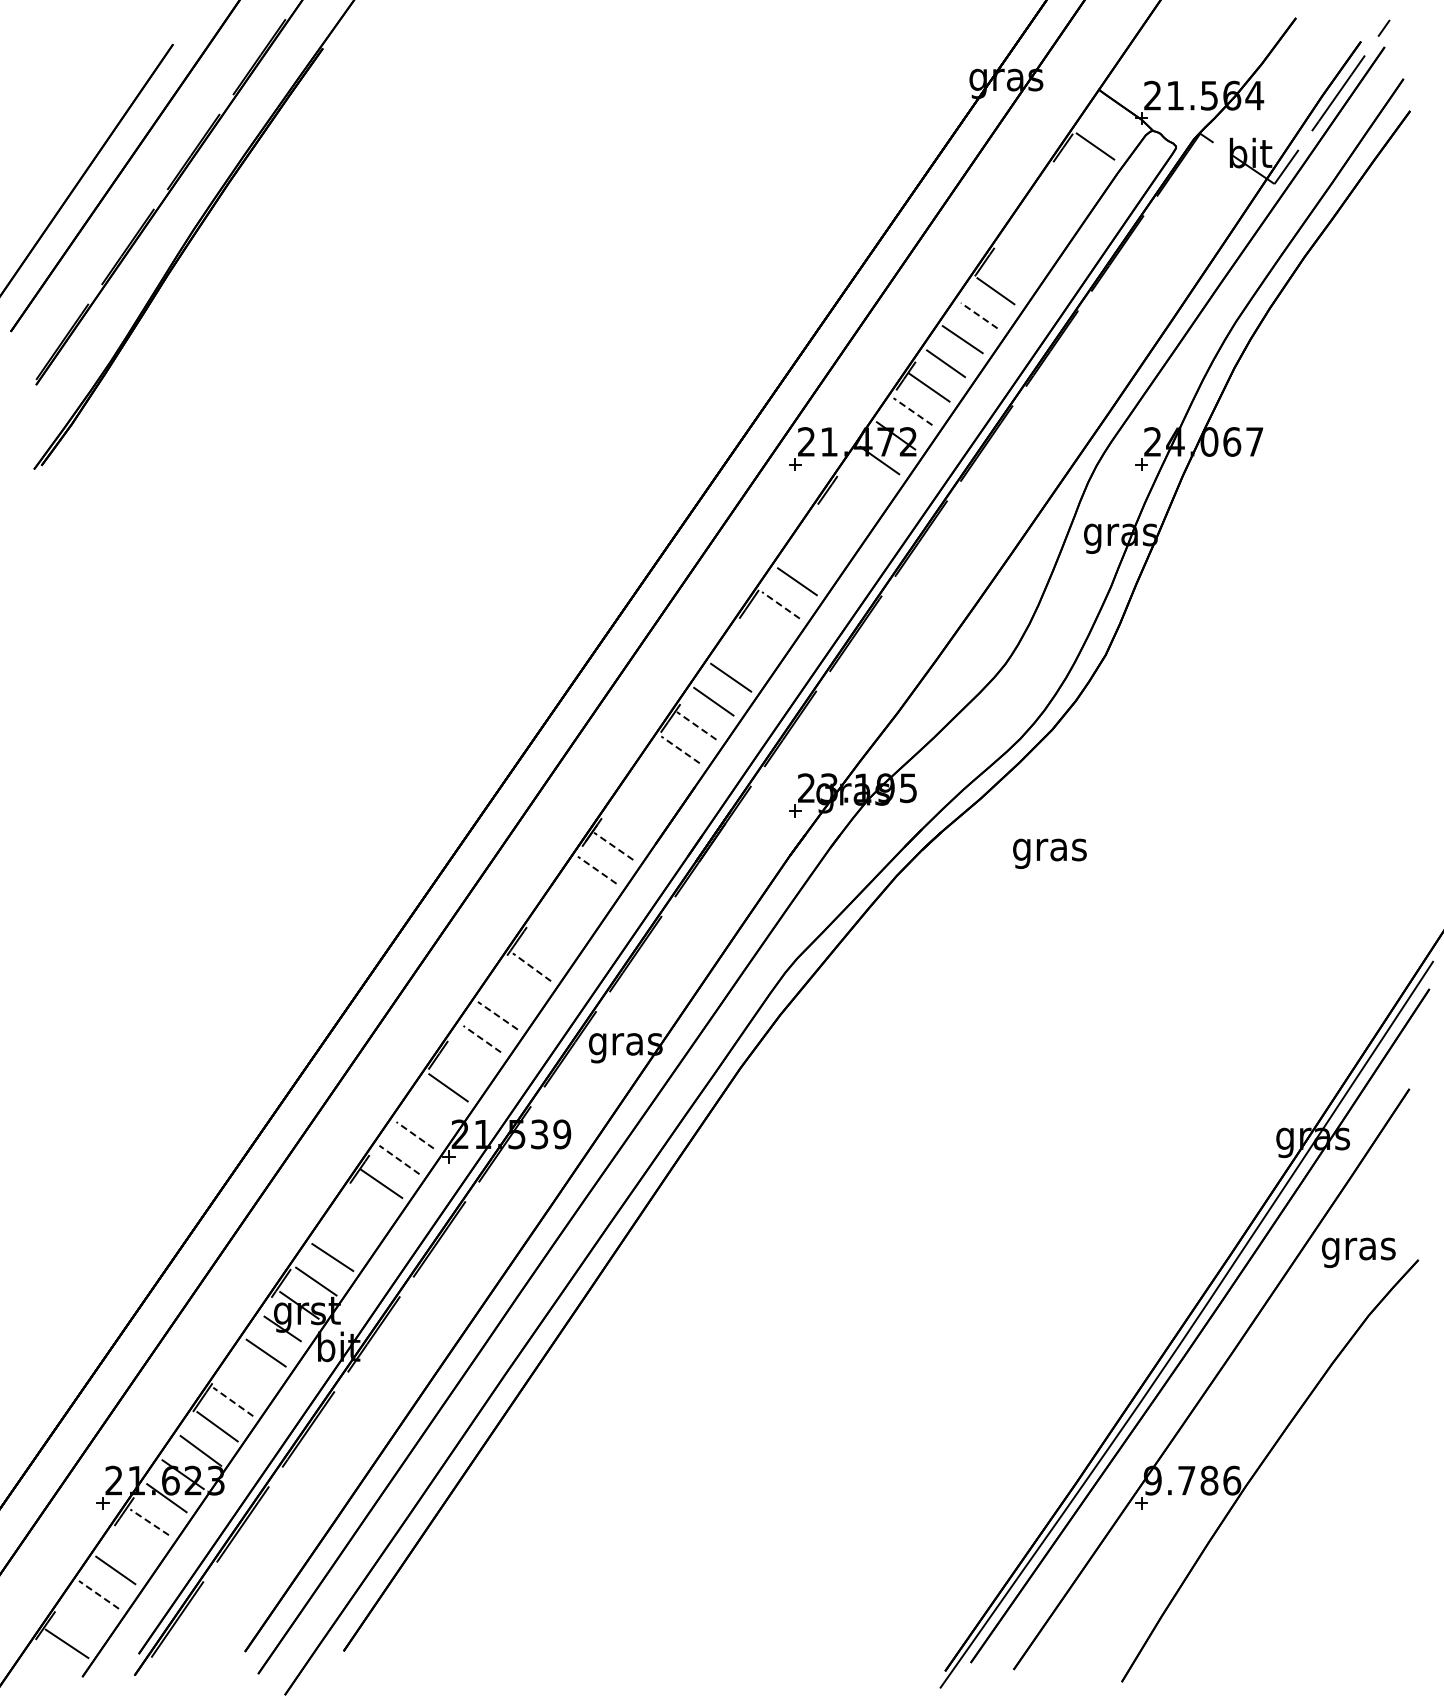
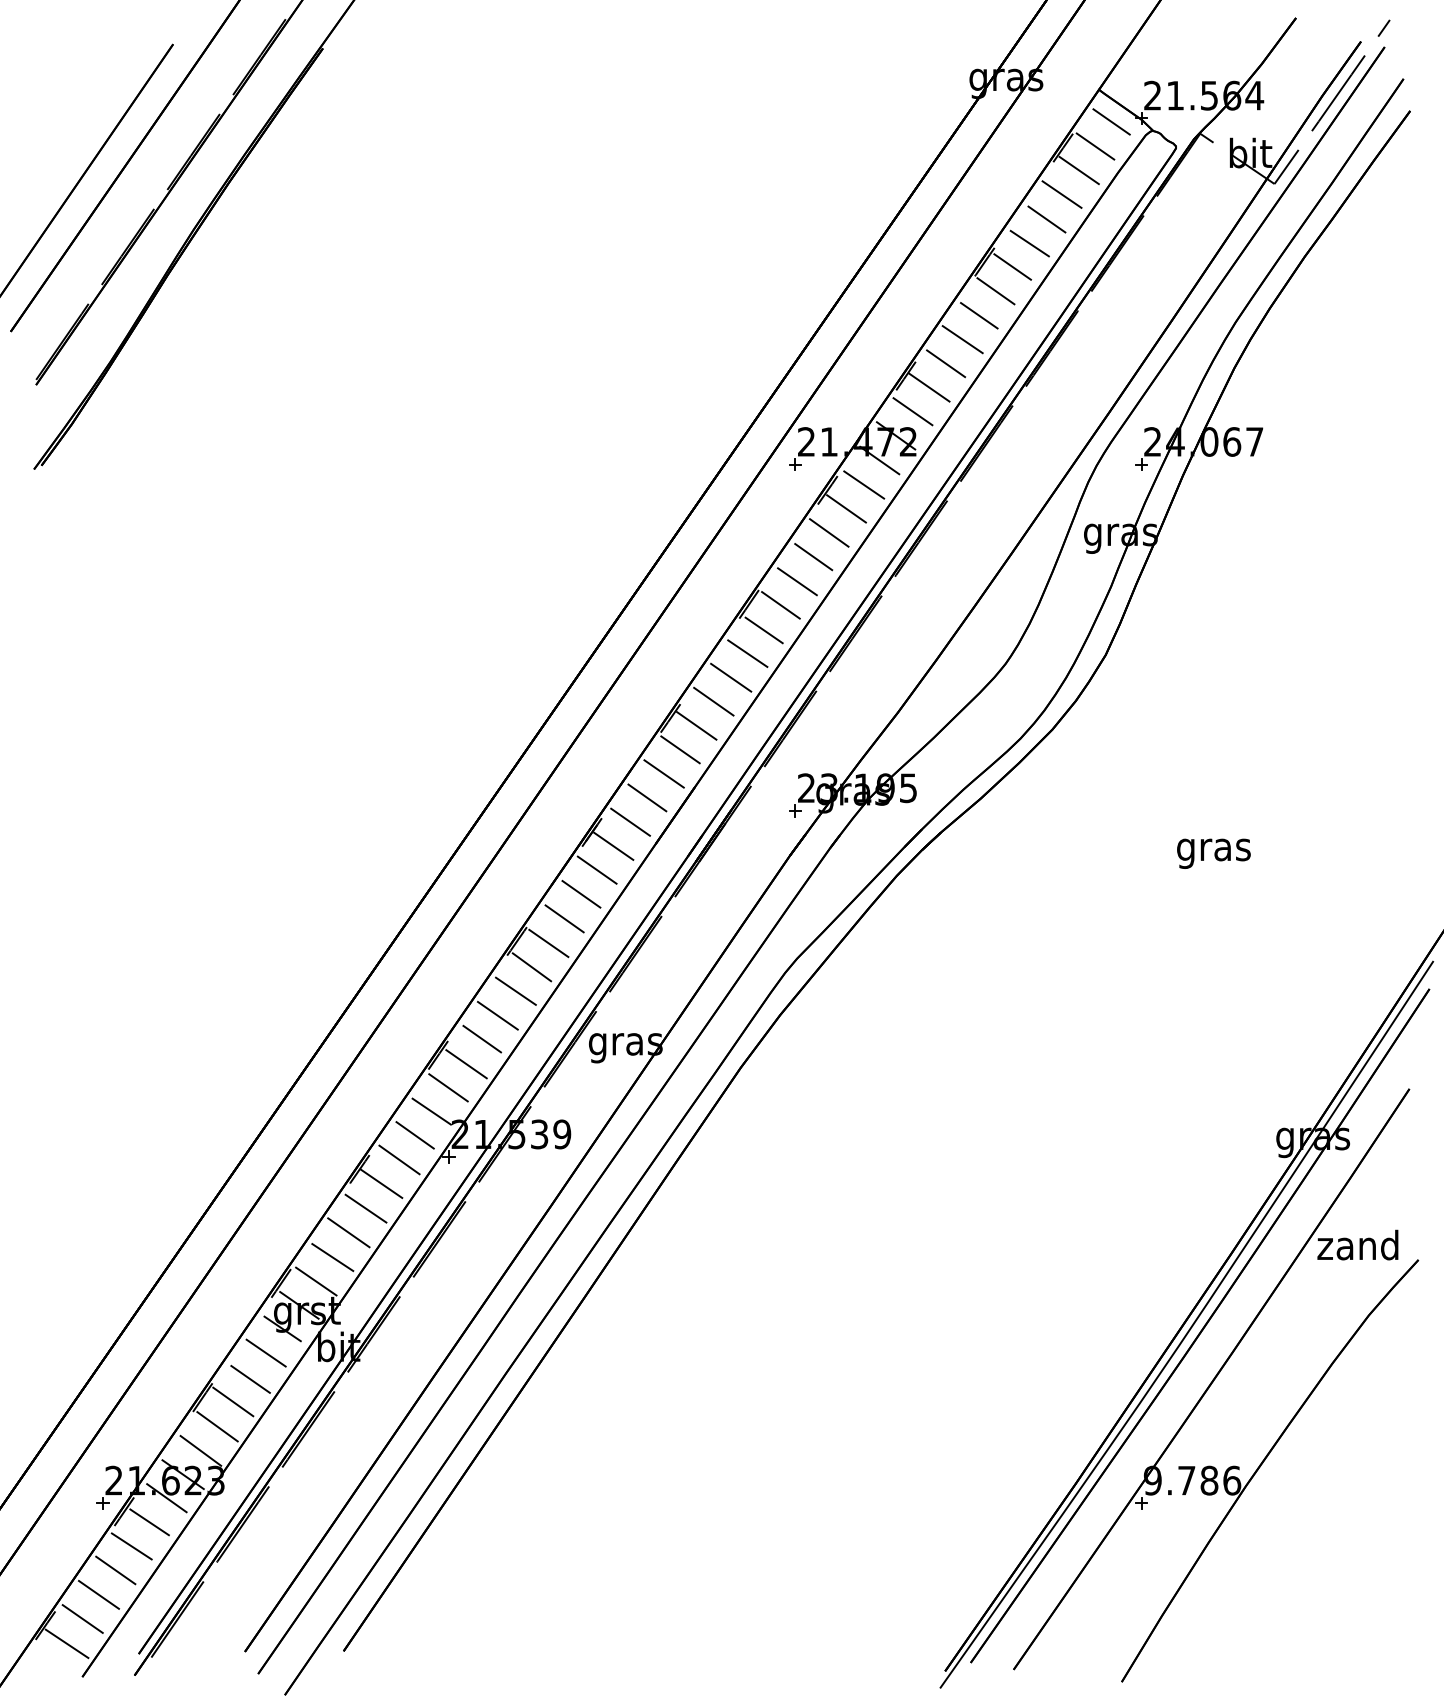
line at (1111, 121): none -> present
line at (1078, 170): none -> present
line at (1061, 194): none -> present
line at (1046, 219): none -> present
line at (1029, 243): none -> present
line at (1012, 266): none -> present
line at (978, 315): dashed -> solid
line at (912, 411): dashed -> solid
line at (864, 484): none -> present
line at (846, 508): none -> present
line at (829, 532): none -> present
line at (813, 557): none -> present
line at (780, 605): dashed -> solid
line at (763, 630): none -> present
line at (747, 653): none -> present
line at (696, 725): dashed -> solid
line at (680, 749): dashed -> solid
line at (663, 773): none -> present
line at (647, 797): none -> present
line at (630, 821): none -> present
line at (613, 846): dashed -> solid
text at (1049, 853) position: (1049, 853) -> (1213, 853)
line at (597, 870): dashed -> solid
line at (581, 894): none -> present
line at (564, 918): none -> present
line at (548, 943): none -> present
line at (531, 967): dashed -> solid
line at (515, 990): none -> present
line at (497, 1015): dashed -> solid
line at (482, 1039): dashed -> solid
line at (466, 1064): none -> present
line at (431, 1111): none -> present
line at (415, 1135): dashed -> solid
line at (399, 1159): dashed -> solid
line at (365, 1208): none -> present
line at (348, 1232): none -> present
text at (1357, 1248): gras -> zand
line at (250, 1378): none -> present
line at (233, 1401): dashed -> solid
line at (149, 1522): dashed -> solid
line at (131, 1546): none -> present
line at (98, 1594): dashed -> solid
line at (82, 1618): none -> present
